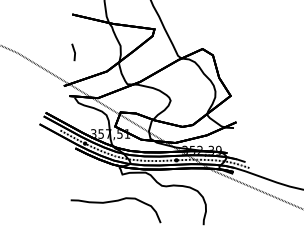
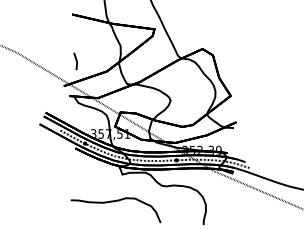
line at (73, 51) position: (73, 51) -> (75, 60)
